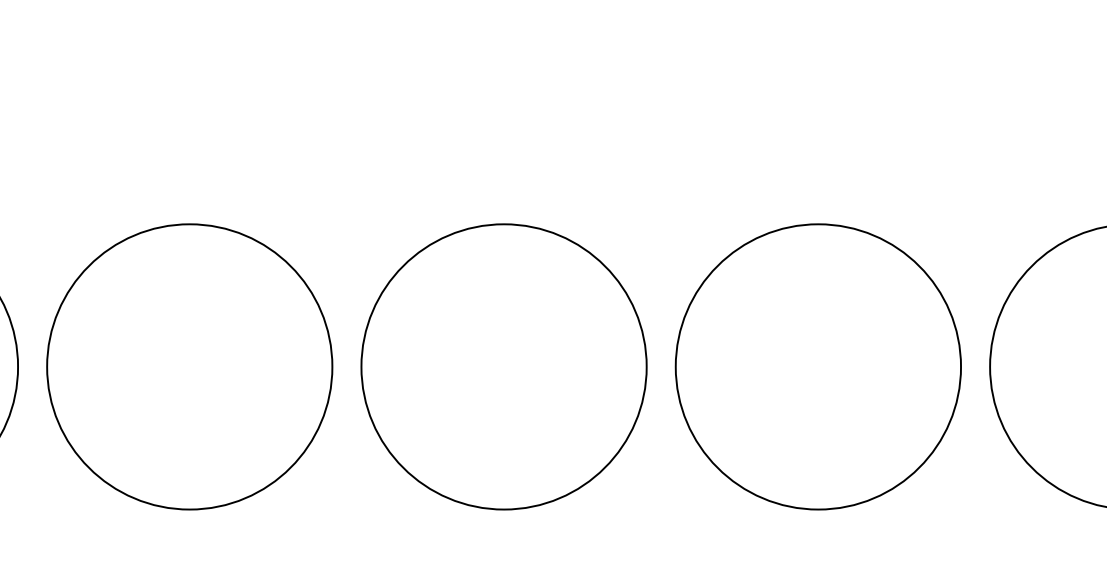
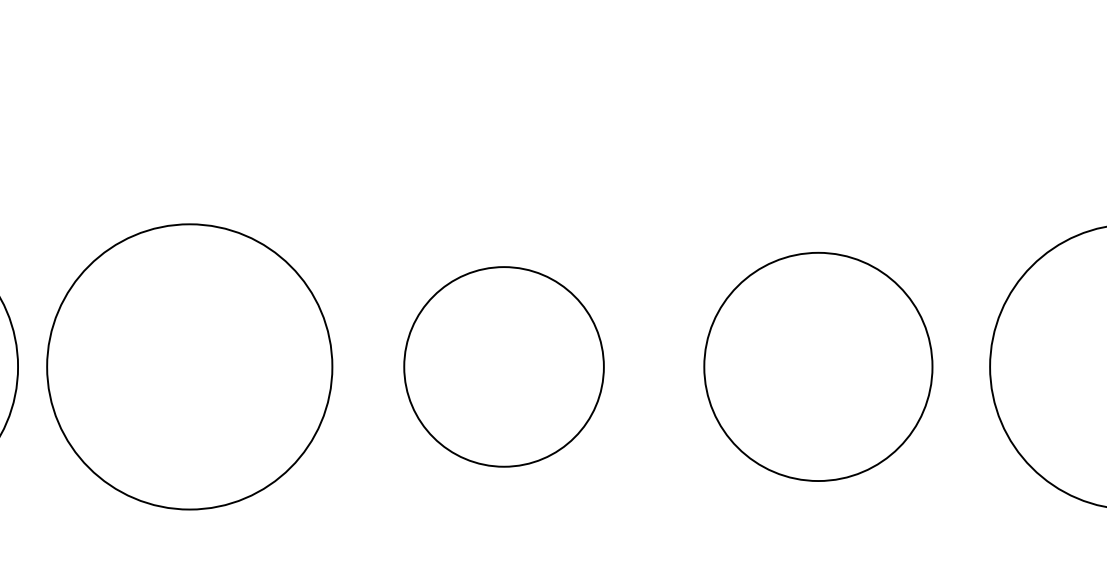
circle at (503, 366) diameter: 285 px -> 200 px
circle at (818, 366) diameter: 285 px -> 228 px
